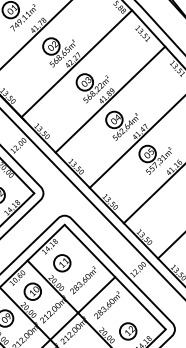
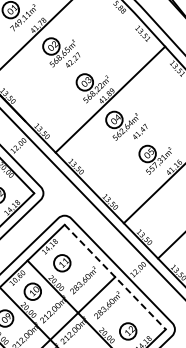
line at (76, 63): present -> none
line at (135, 142): present -> none
line at (115, 277): solid -> dashed
